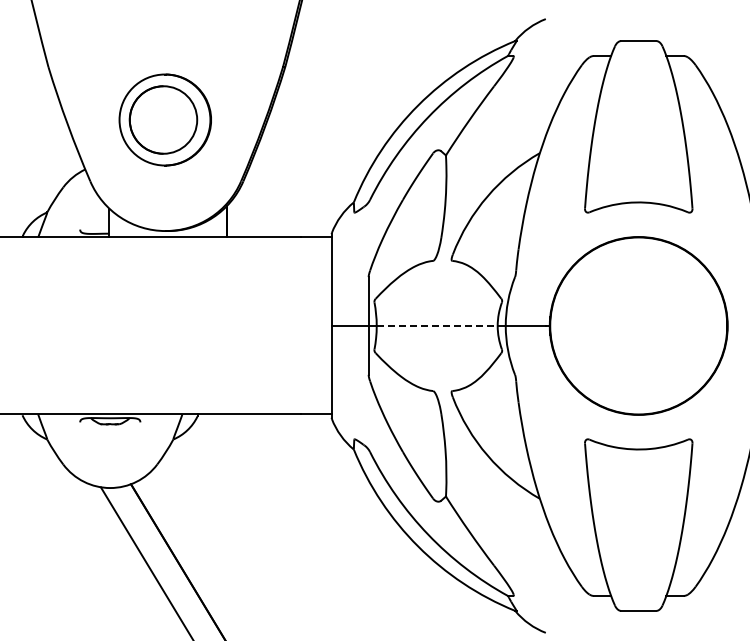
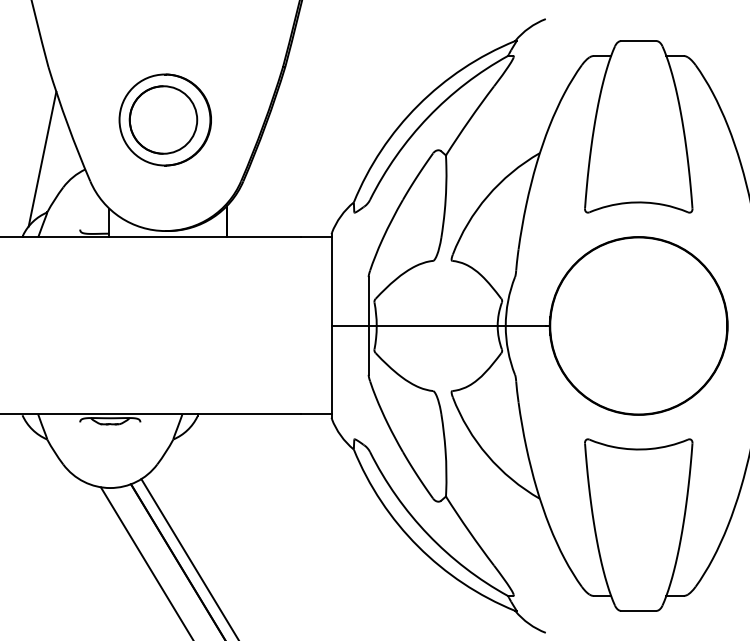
line at (42, 158): none -> present
line at (437, 325): dashed -> solid
line at (189, 558): none -> present
